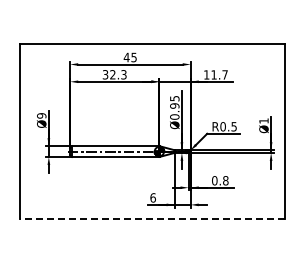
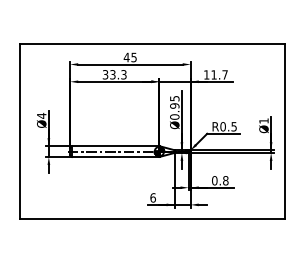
text at (112, 74): 32.3 -> 33.3
text at (41, 115): Ø9 -> Ø4
line at (152, 218): dashed -> solid
